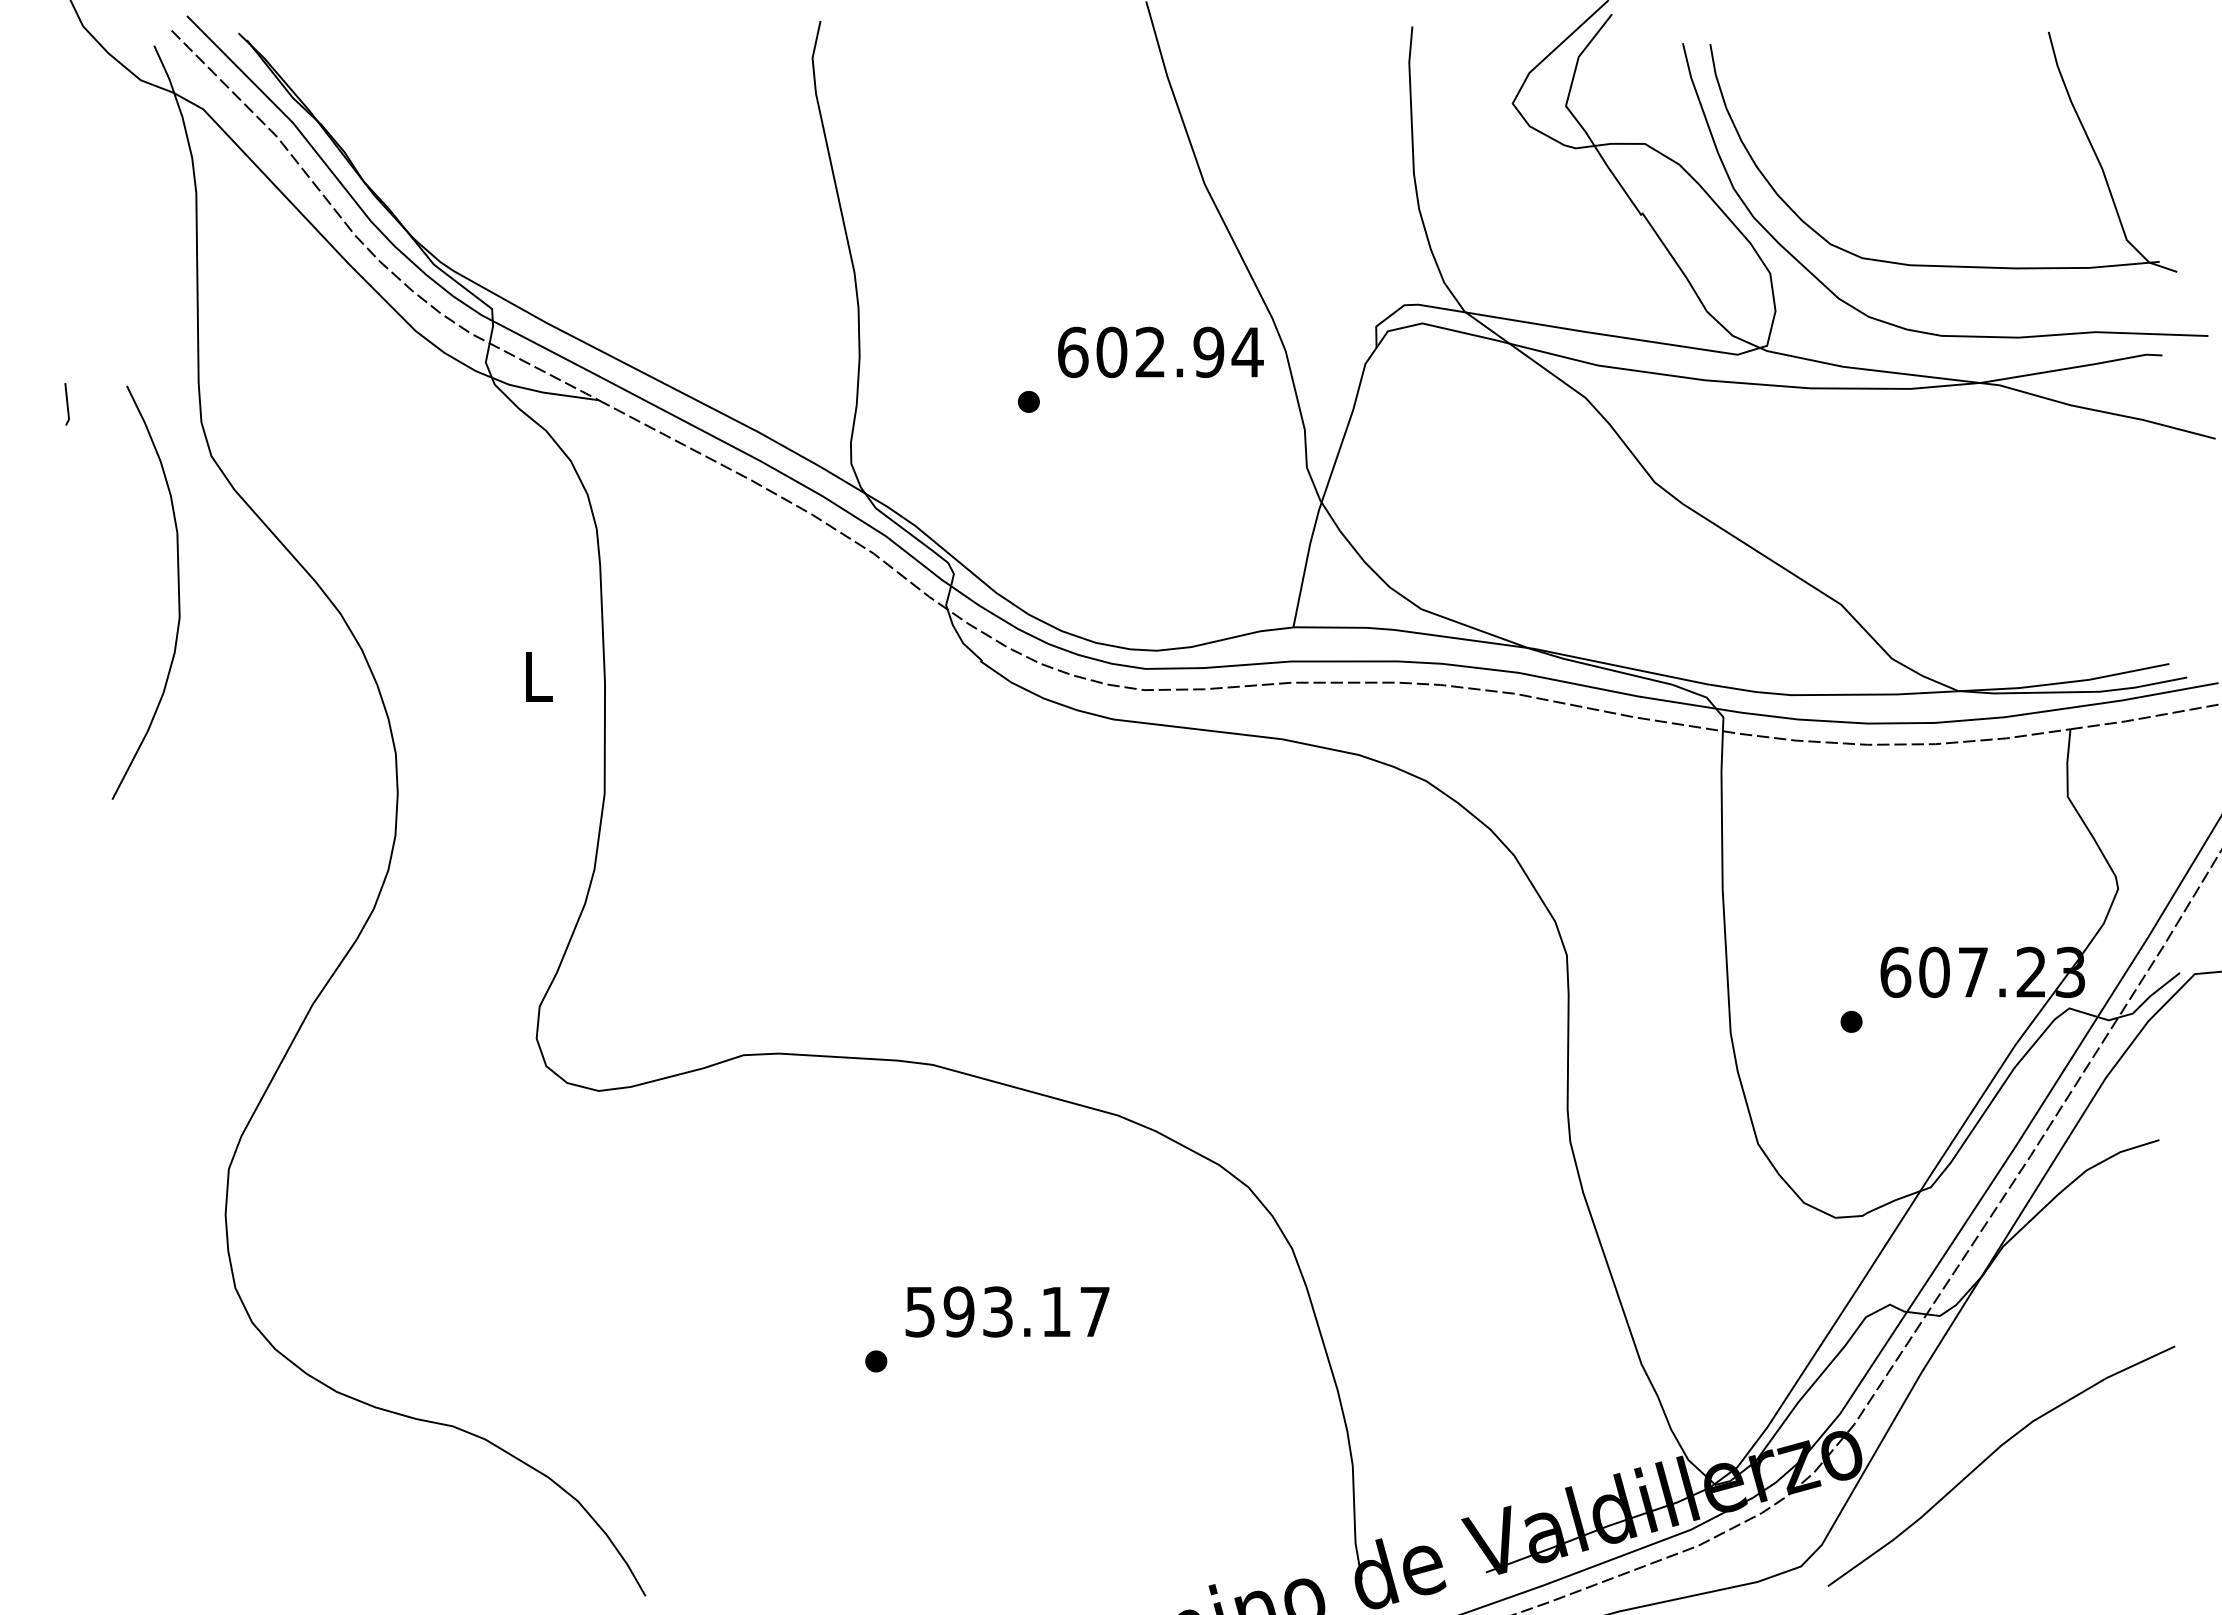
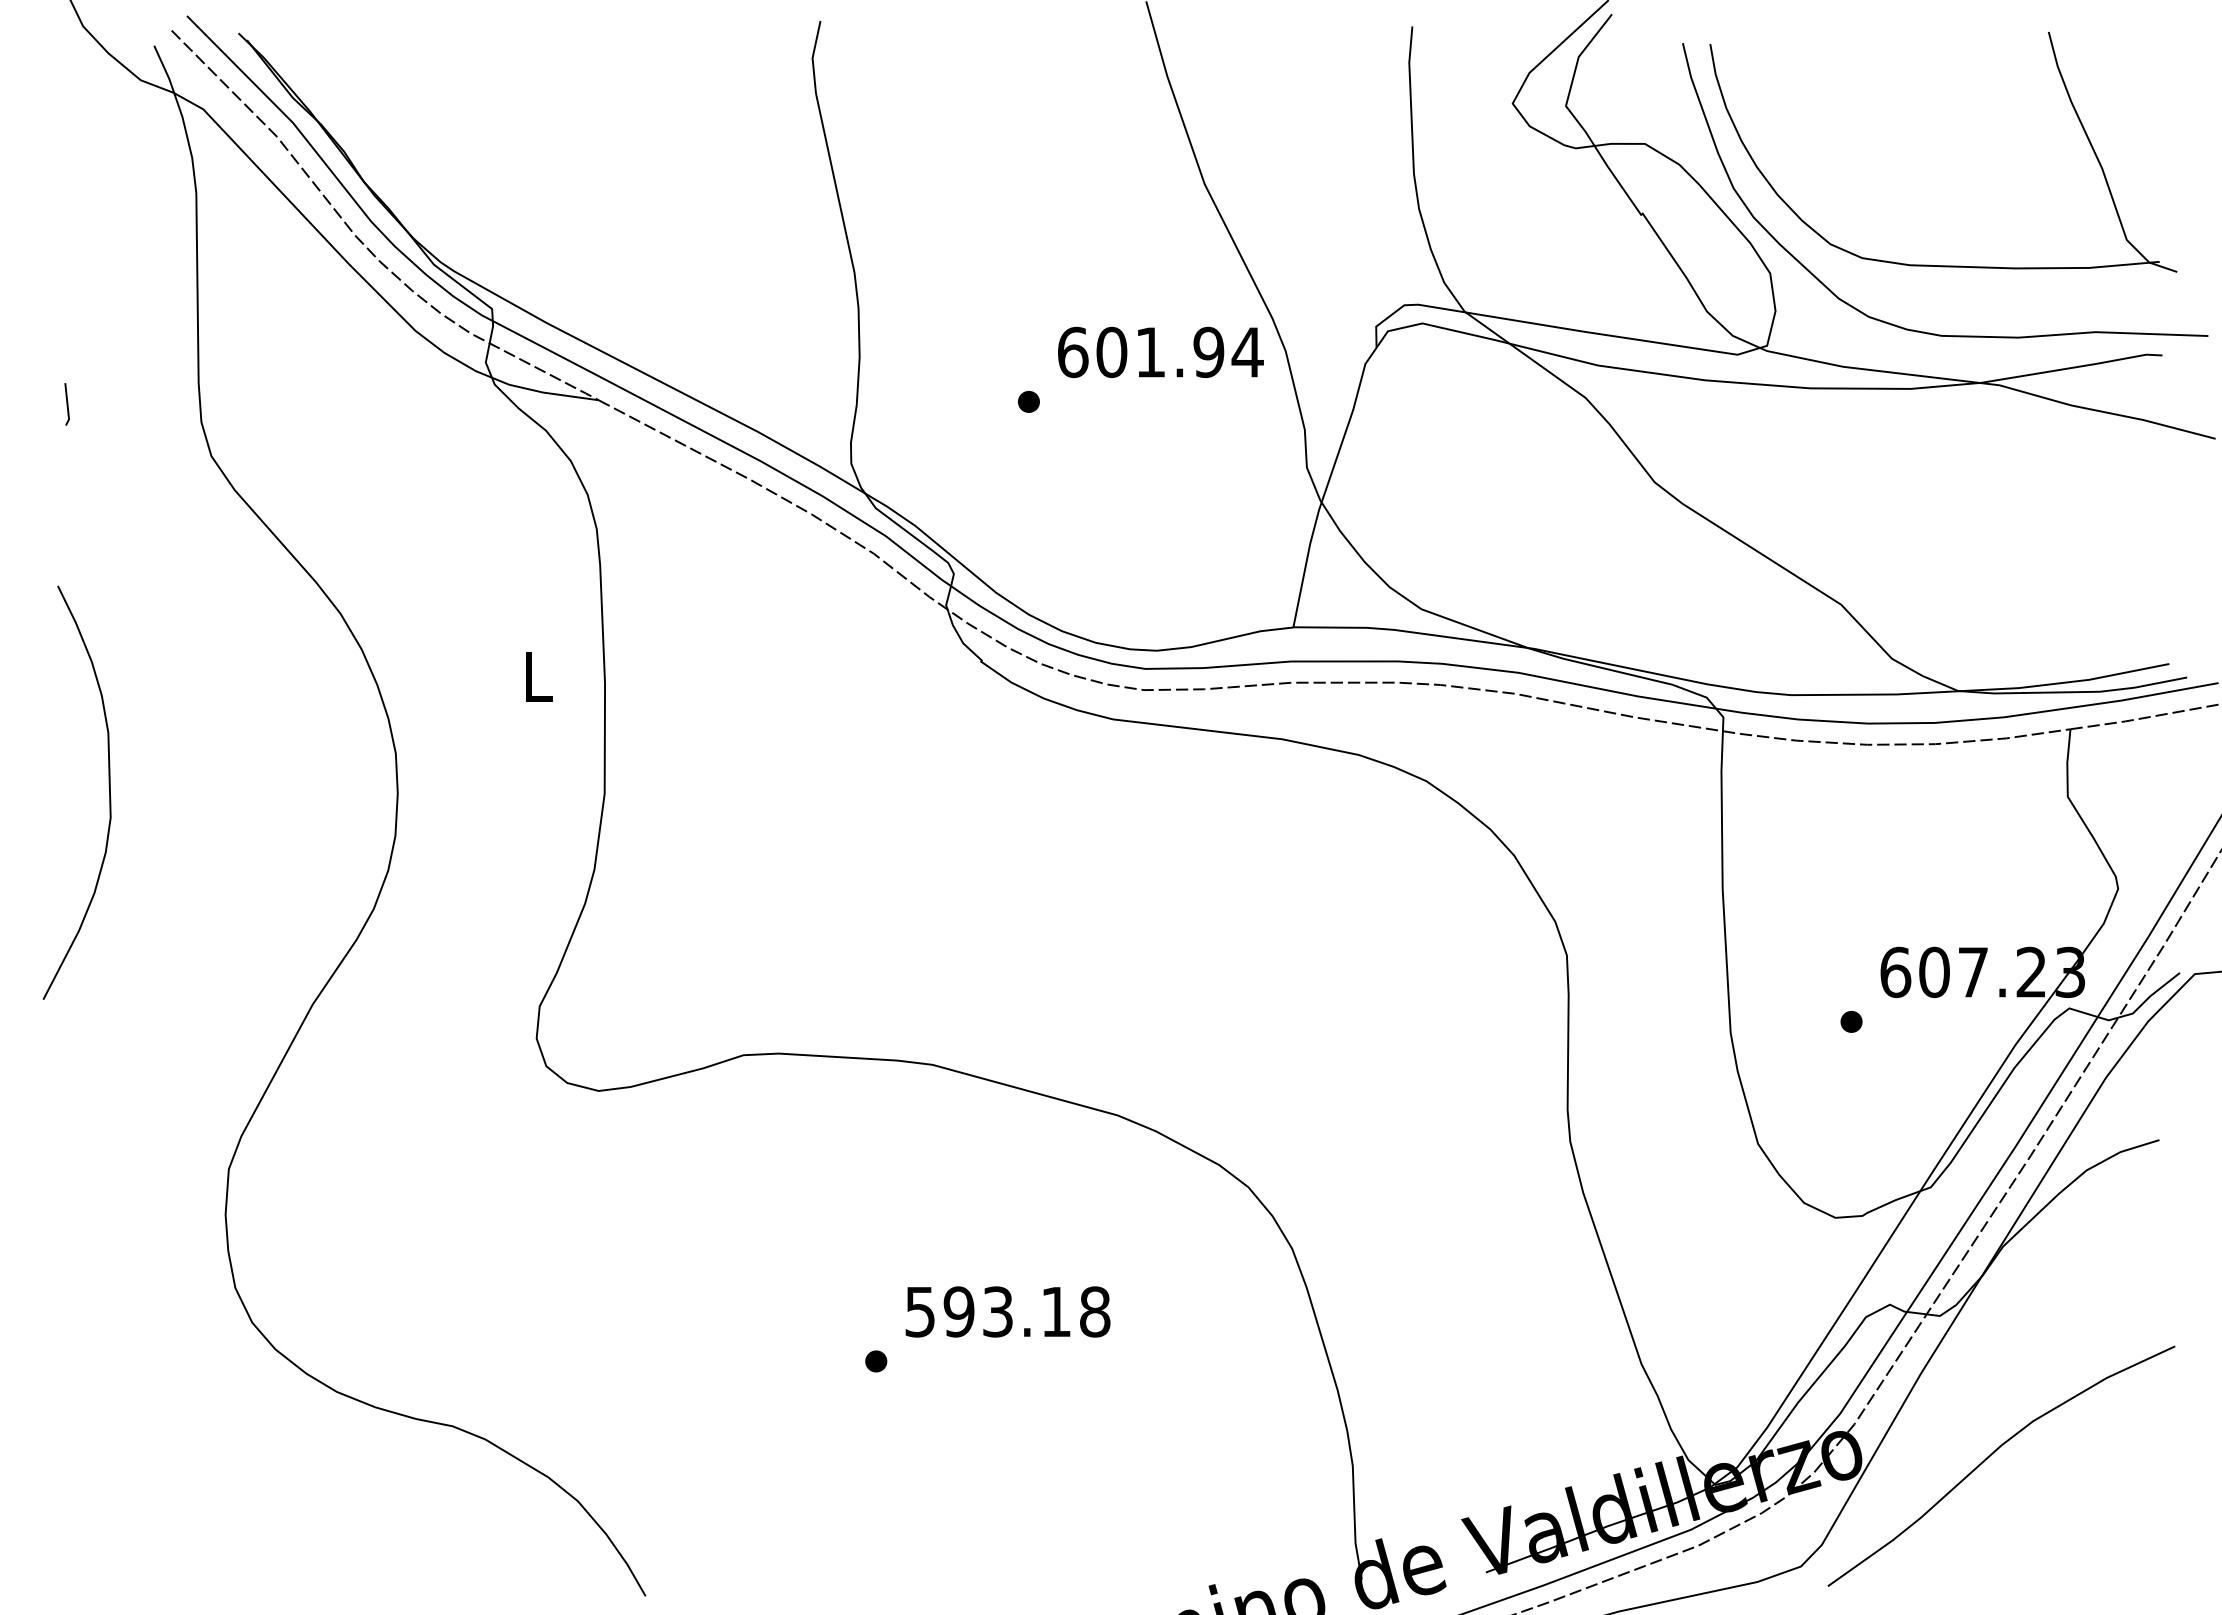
text at (1149, 351): 602.94 -> 601.94
curve at (177, 585) position: (177, 585) -> (108, 785)
text at (1095, 1311): 593.17 -> 593.18
